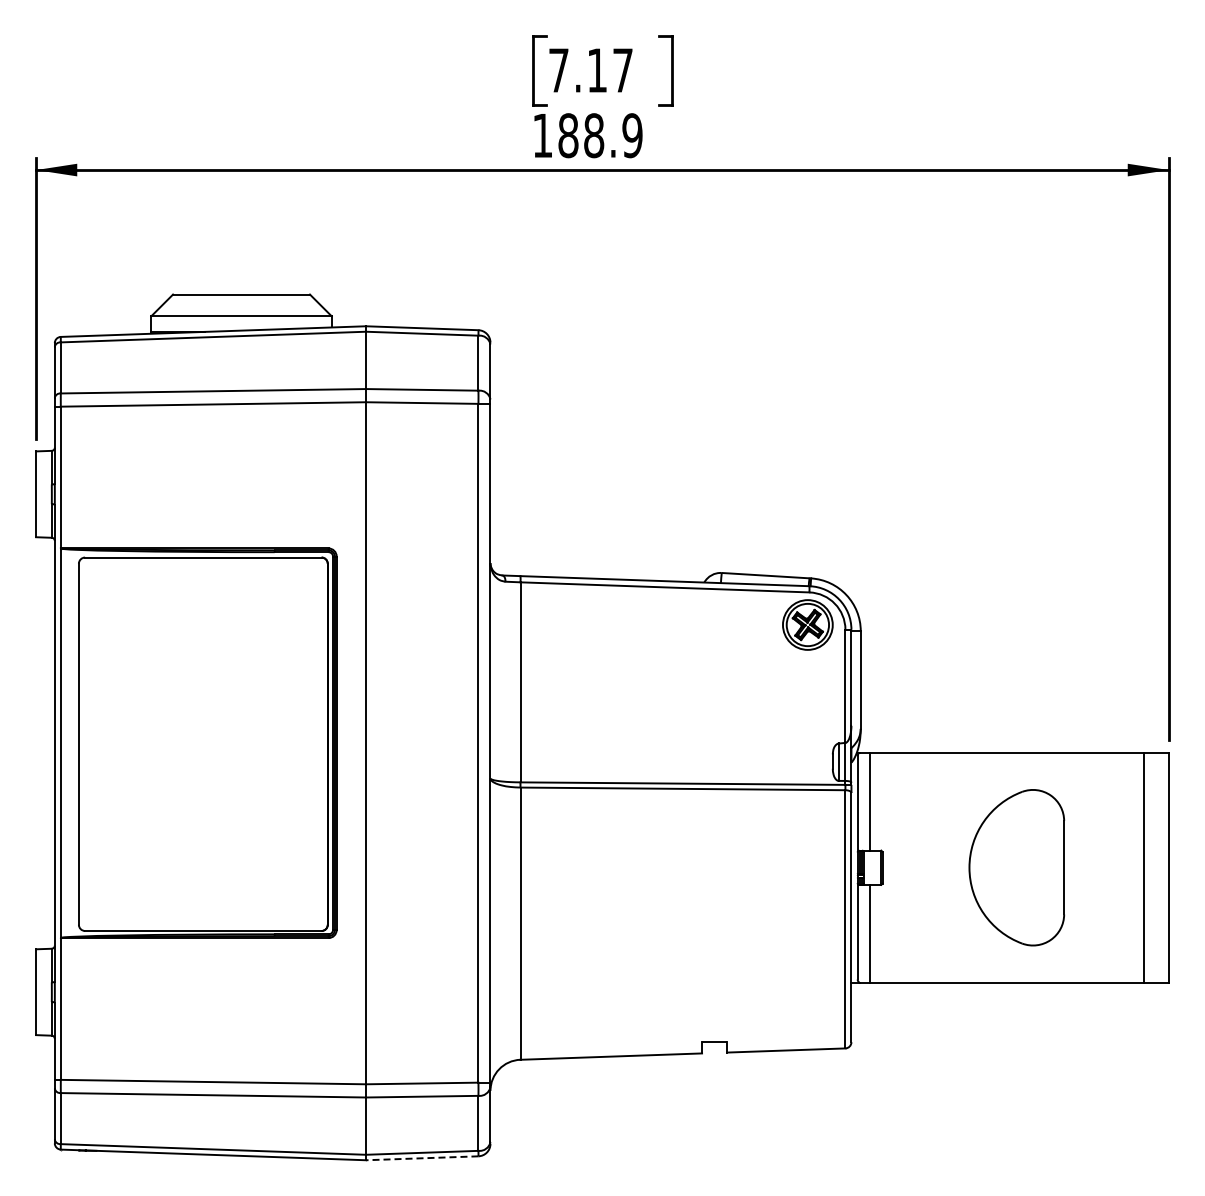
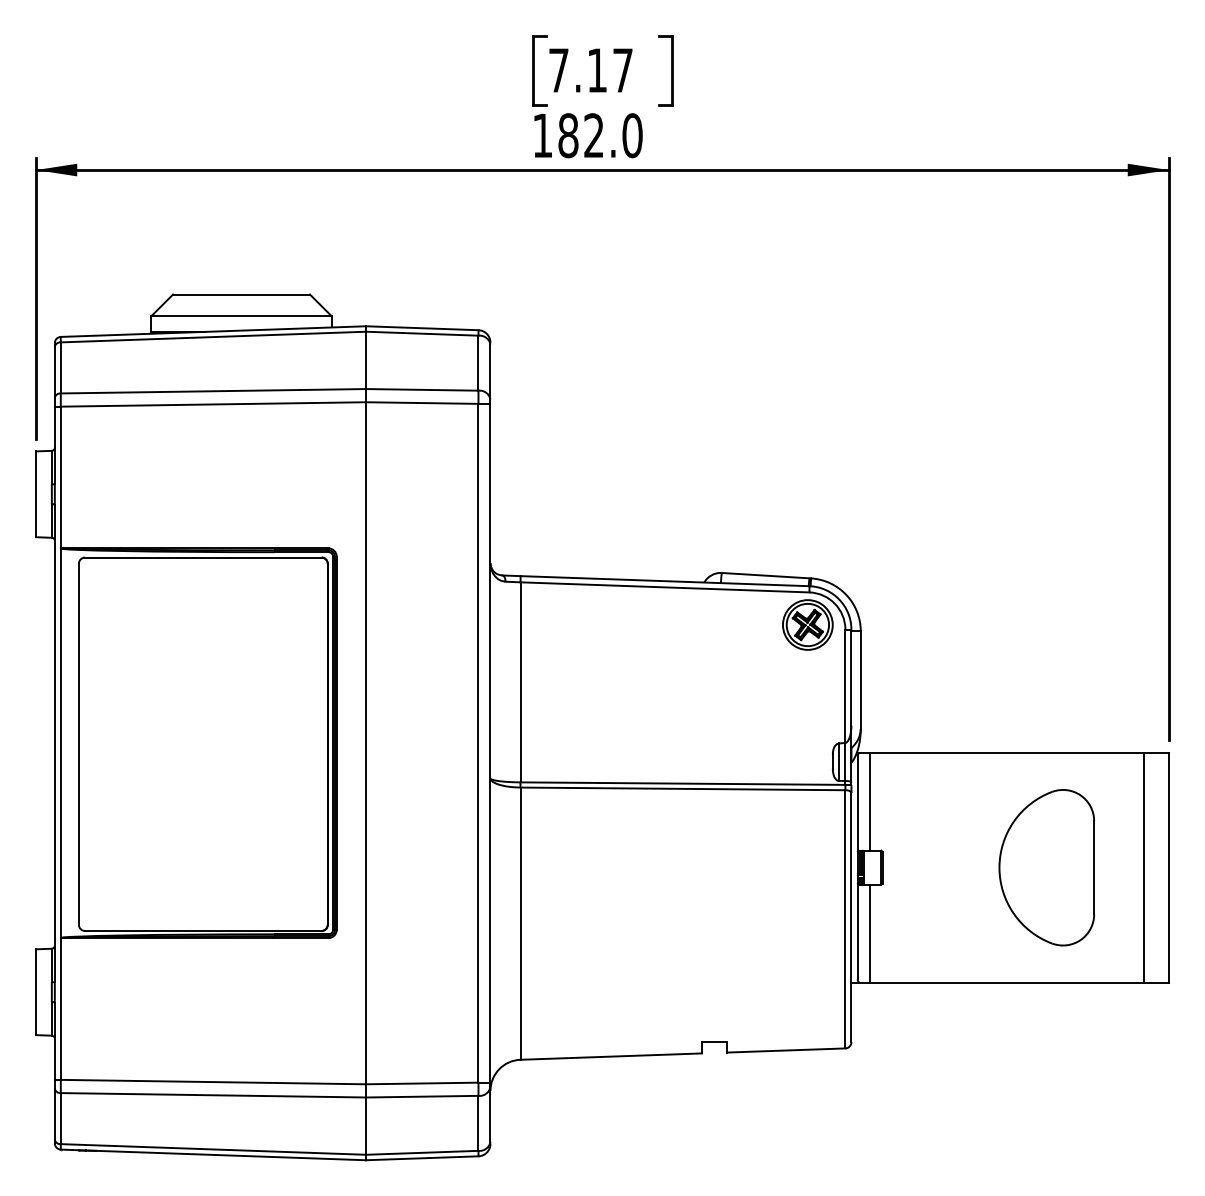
text at (613, 135): 188.9 -> 182.0
part at (1016, 867) position: (1016, 867) -> (1046, 867)
line at (421, 1158): dashed -> solid
